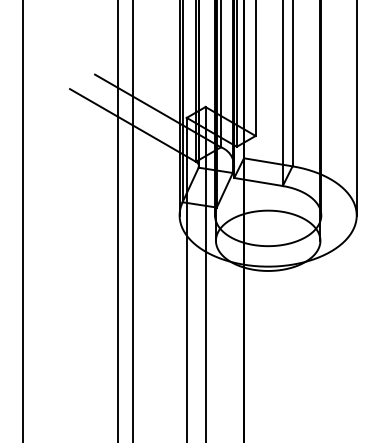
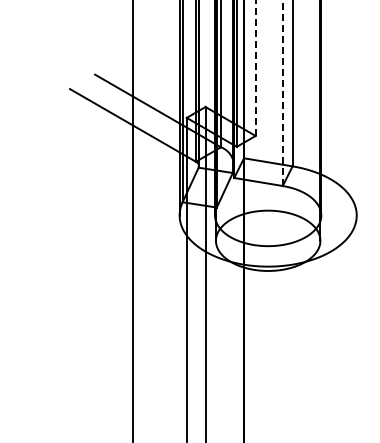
line at (255, 67): solid -> dashed
line at (282, 93): solid -> dashed
line at (356, 108): present -> none
line at (23, 220): present -> none
line at (118, 220): present -> none
